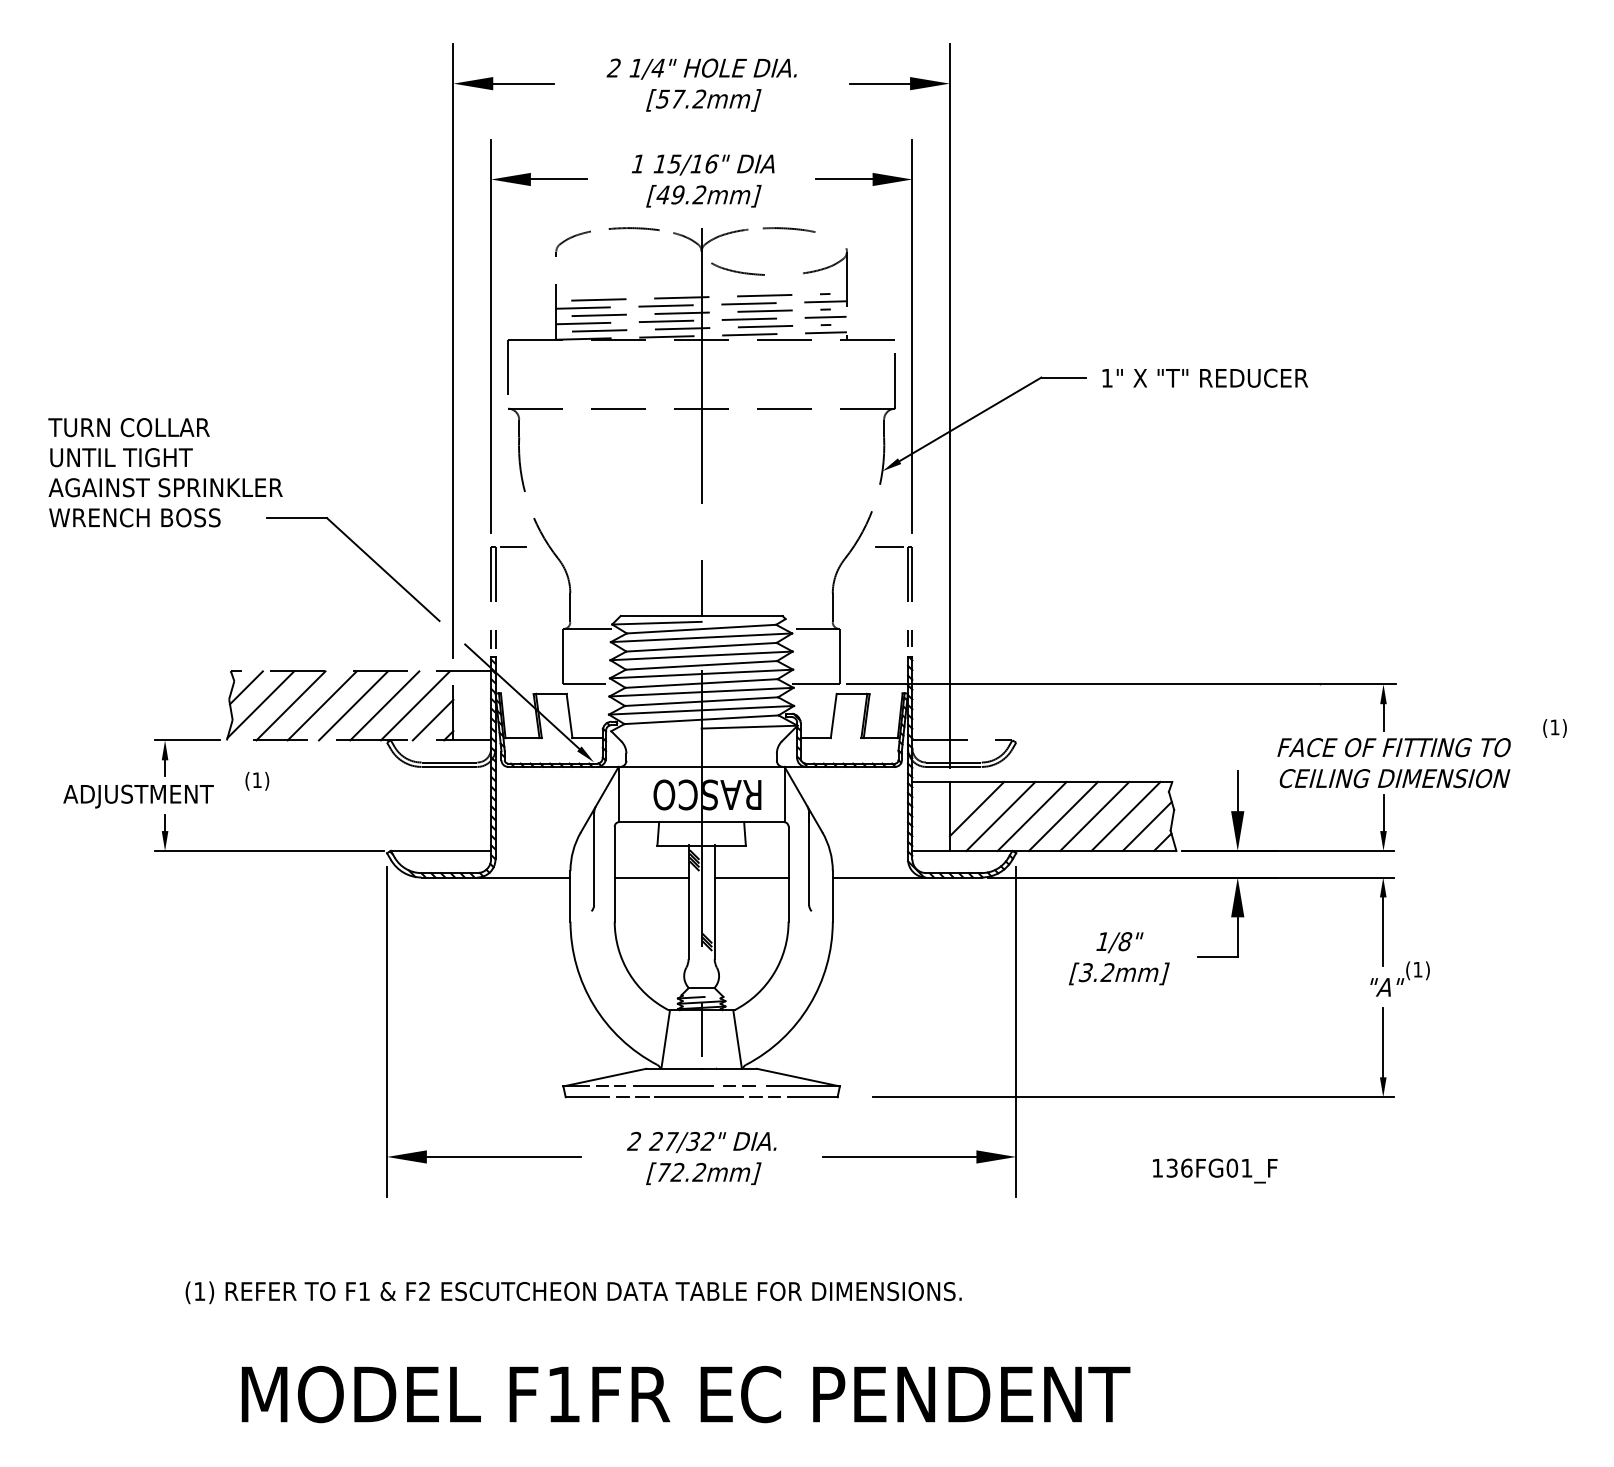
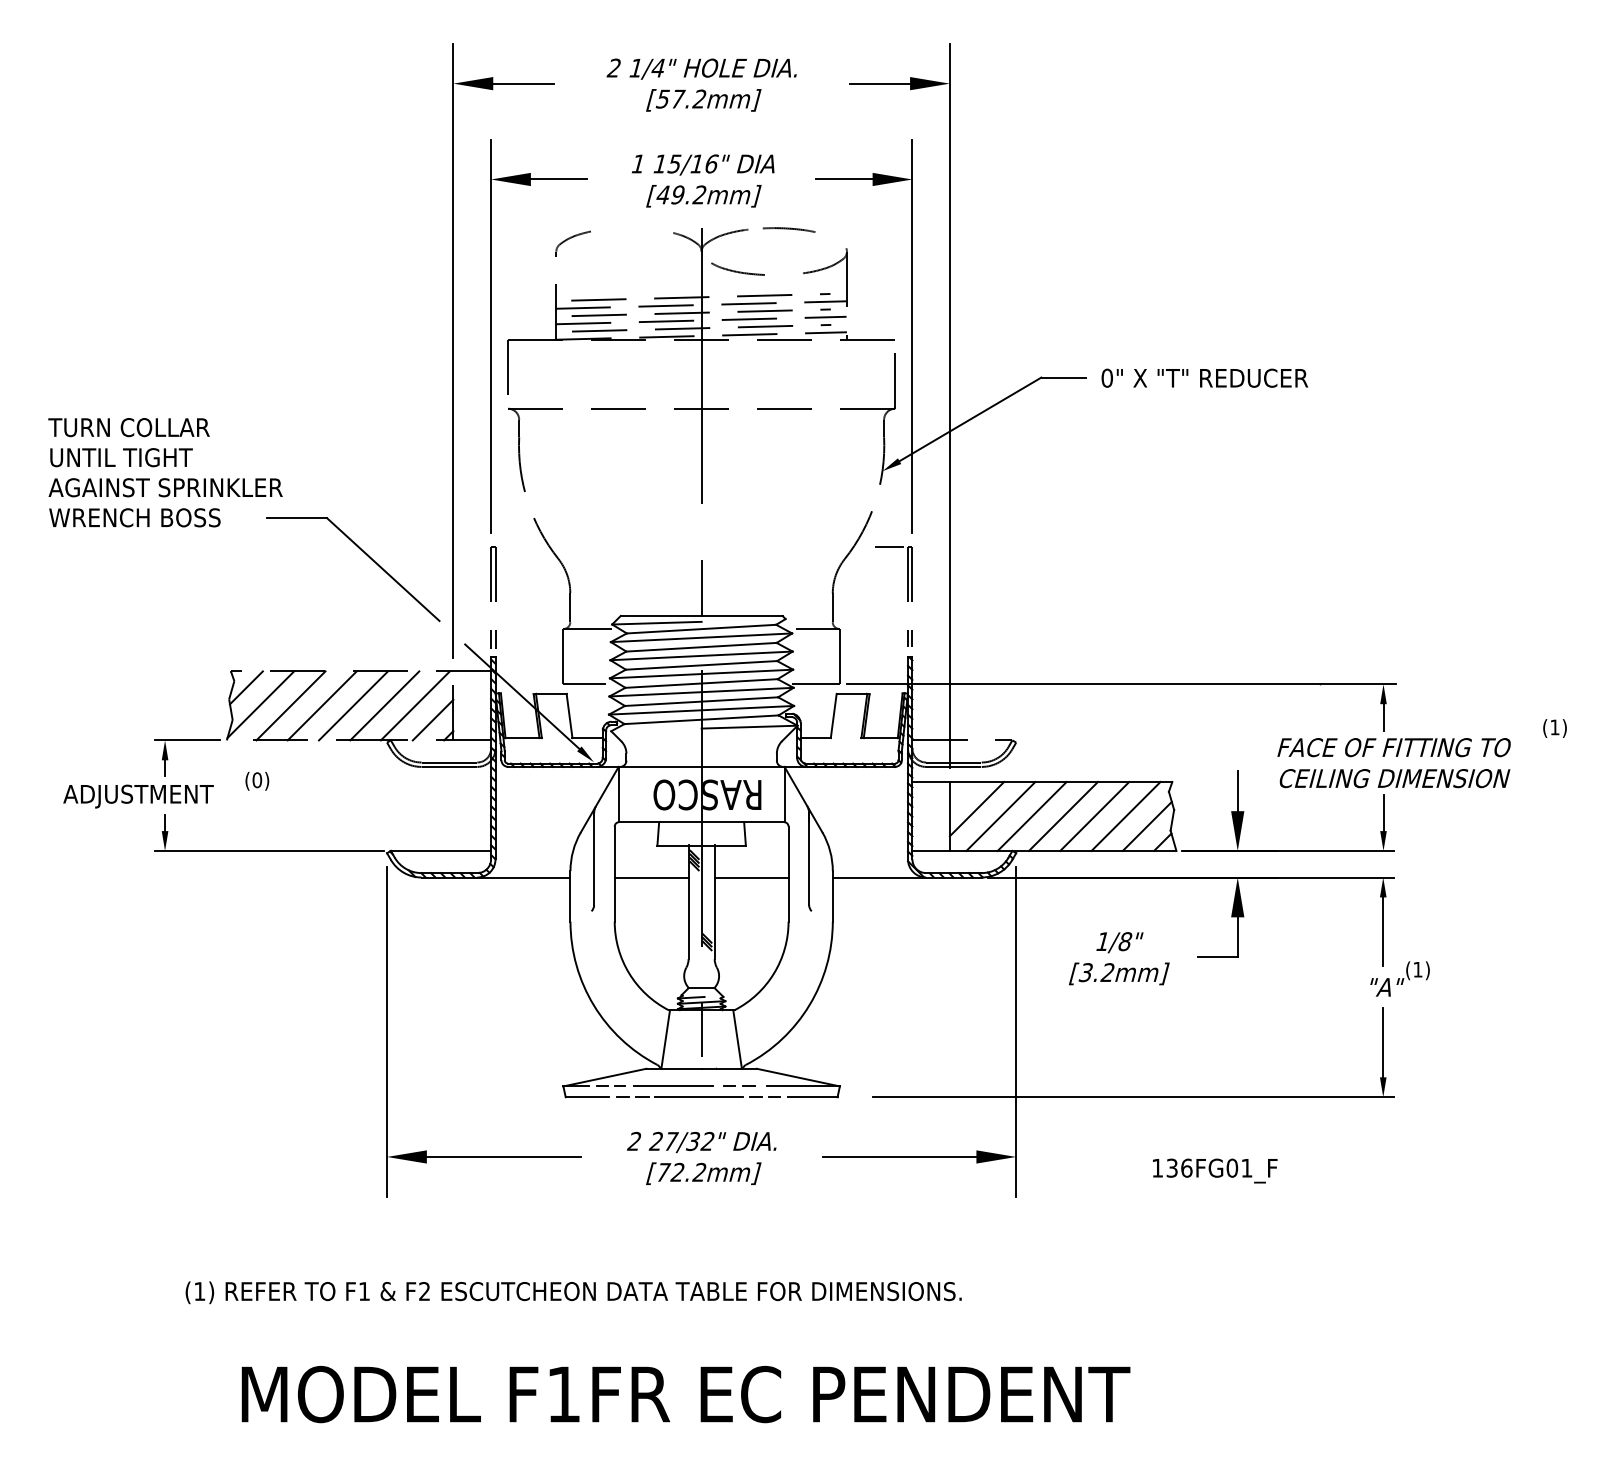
curve at (633, 229): present -> none
text at (1107, 377): 1" -> 0"
line at (512, 546): present -> none
text at (257, 780): (1) -> (0)
